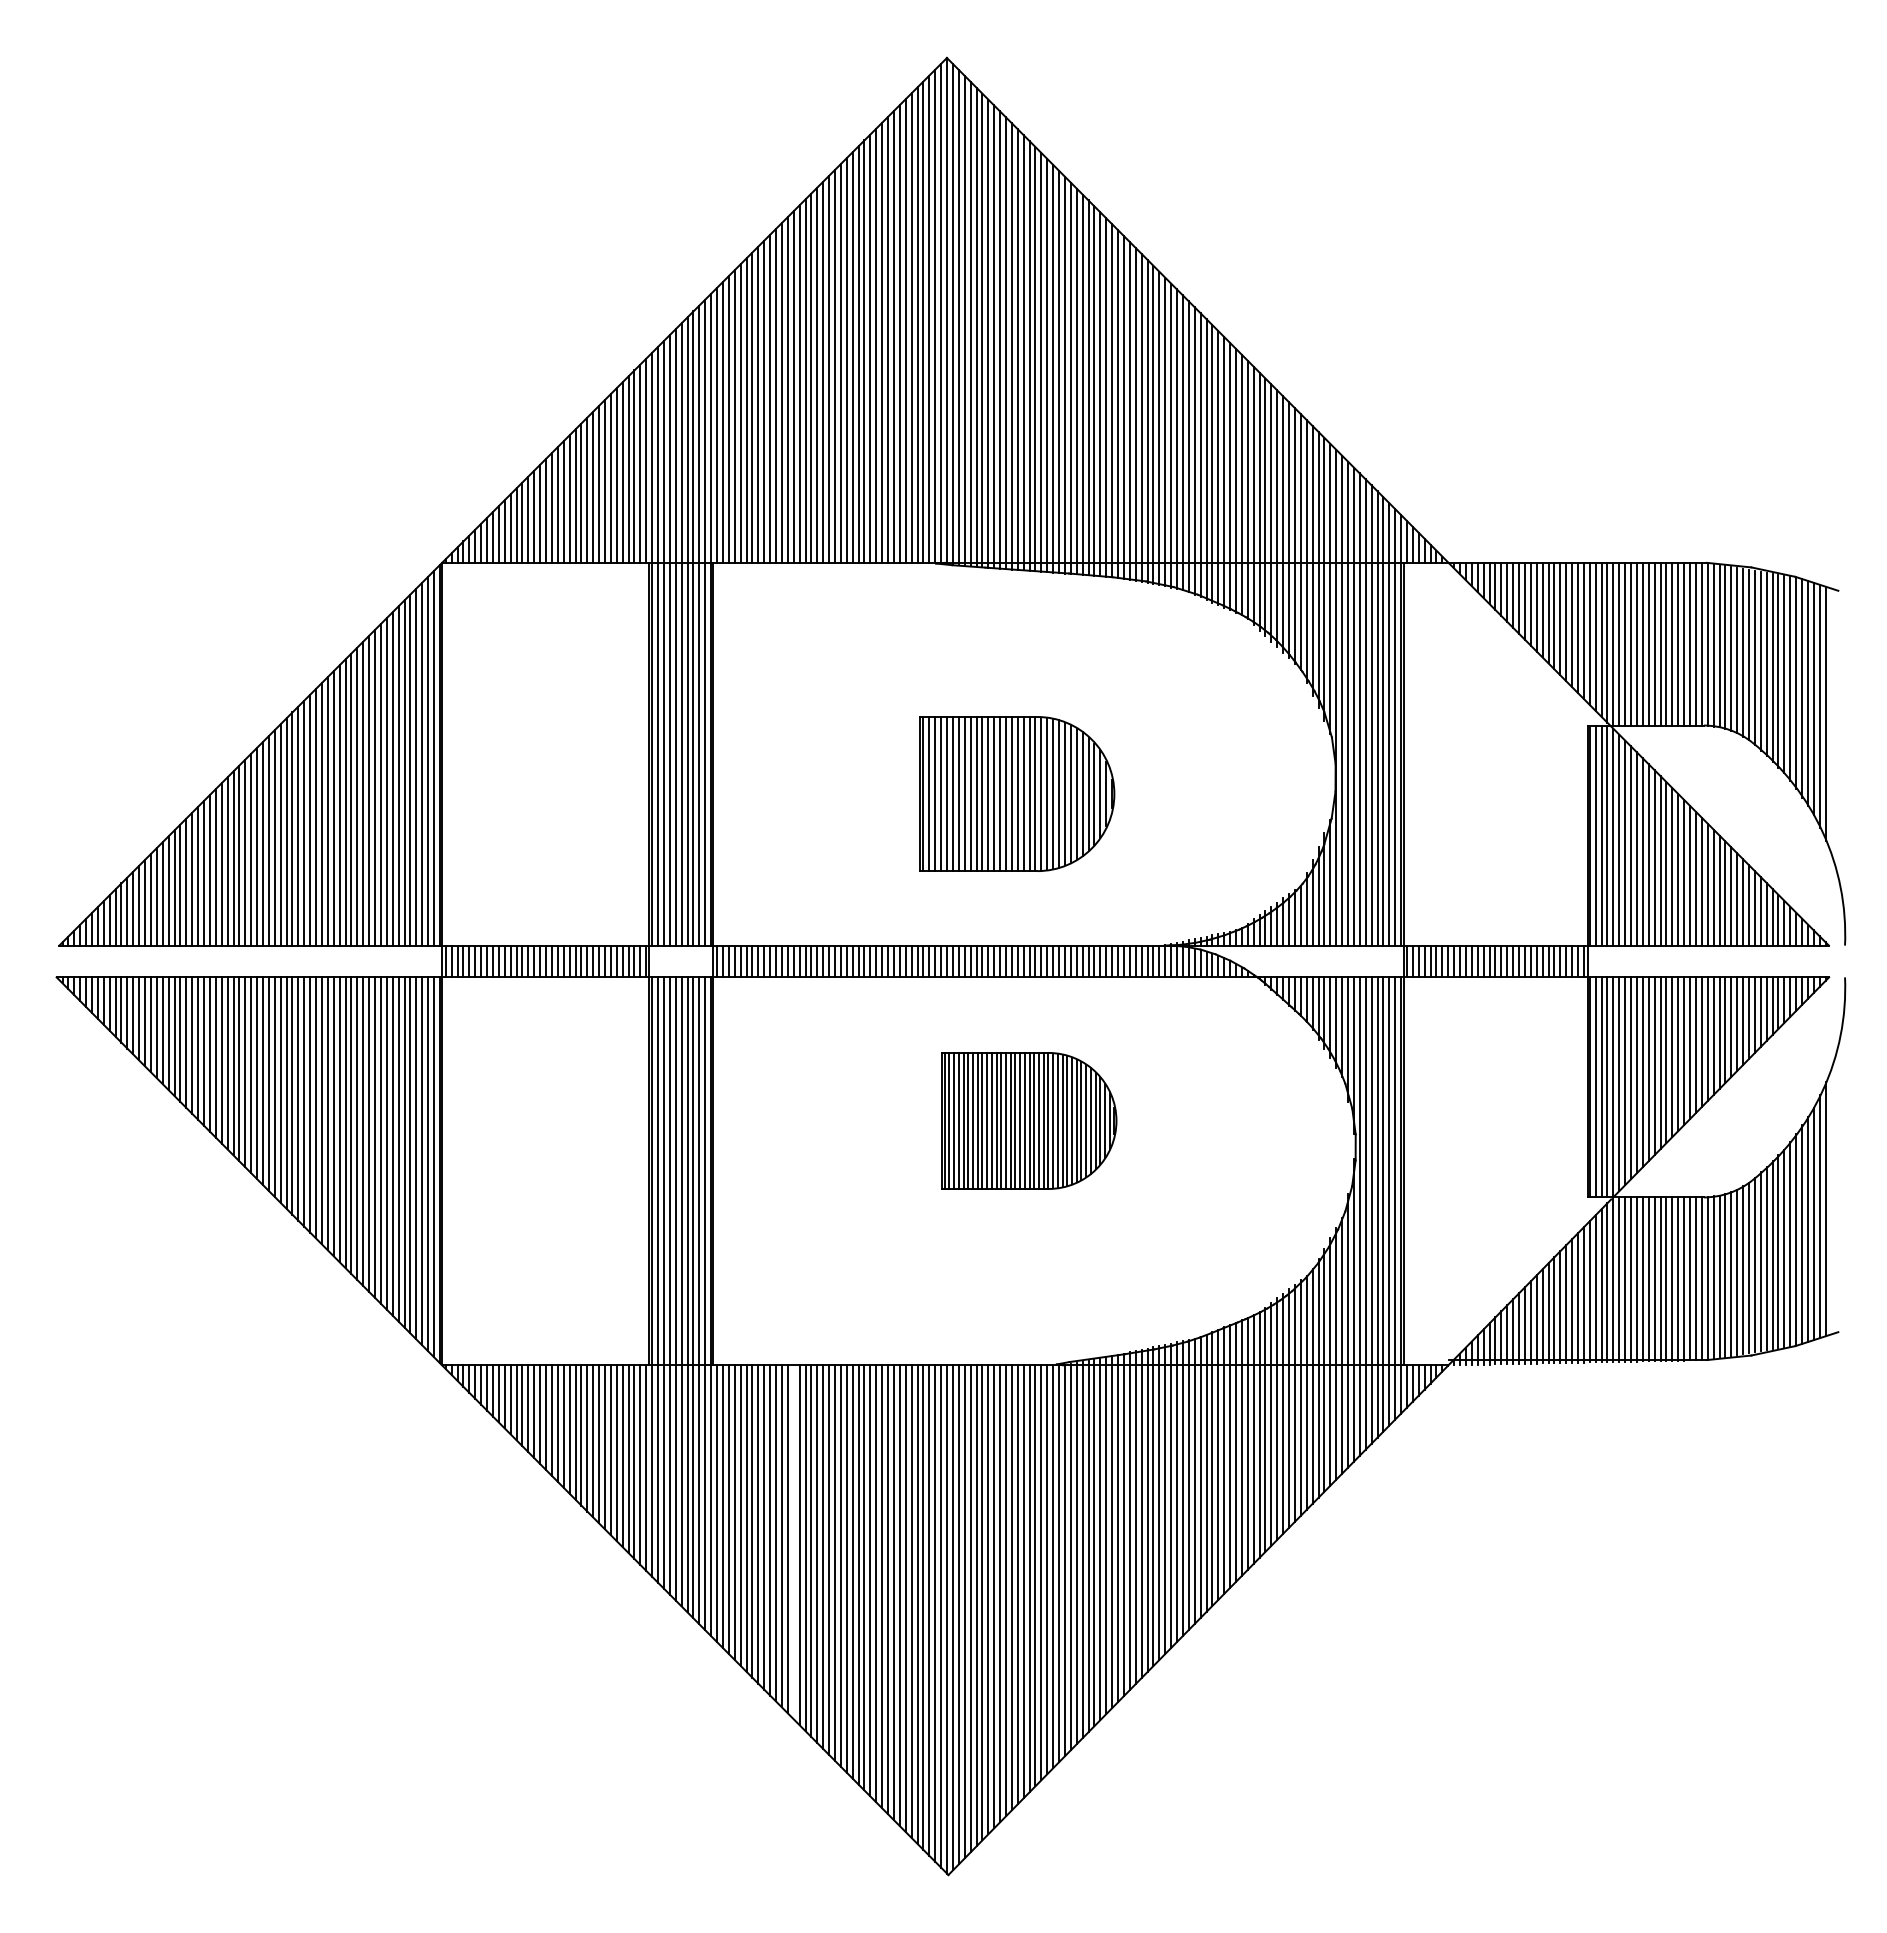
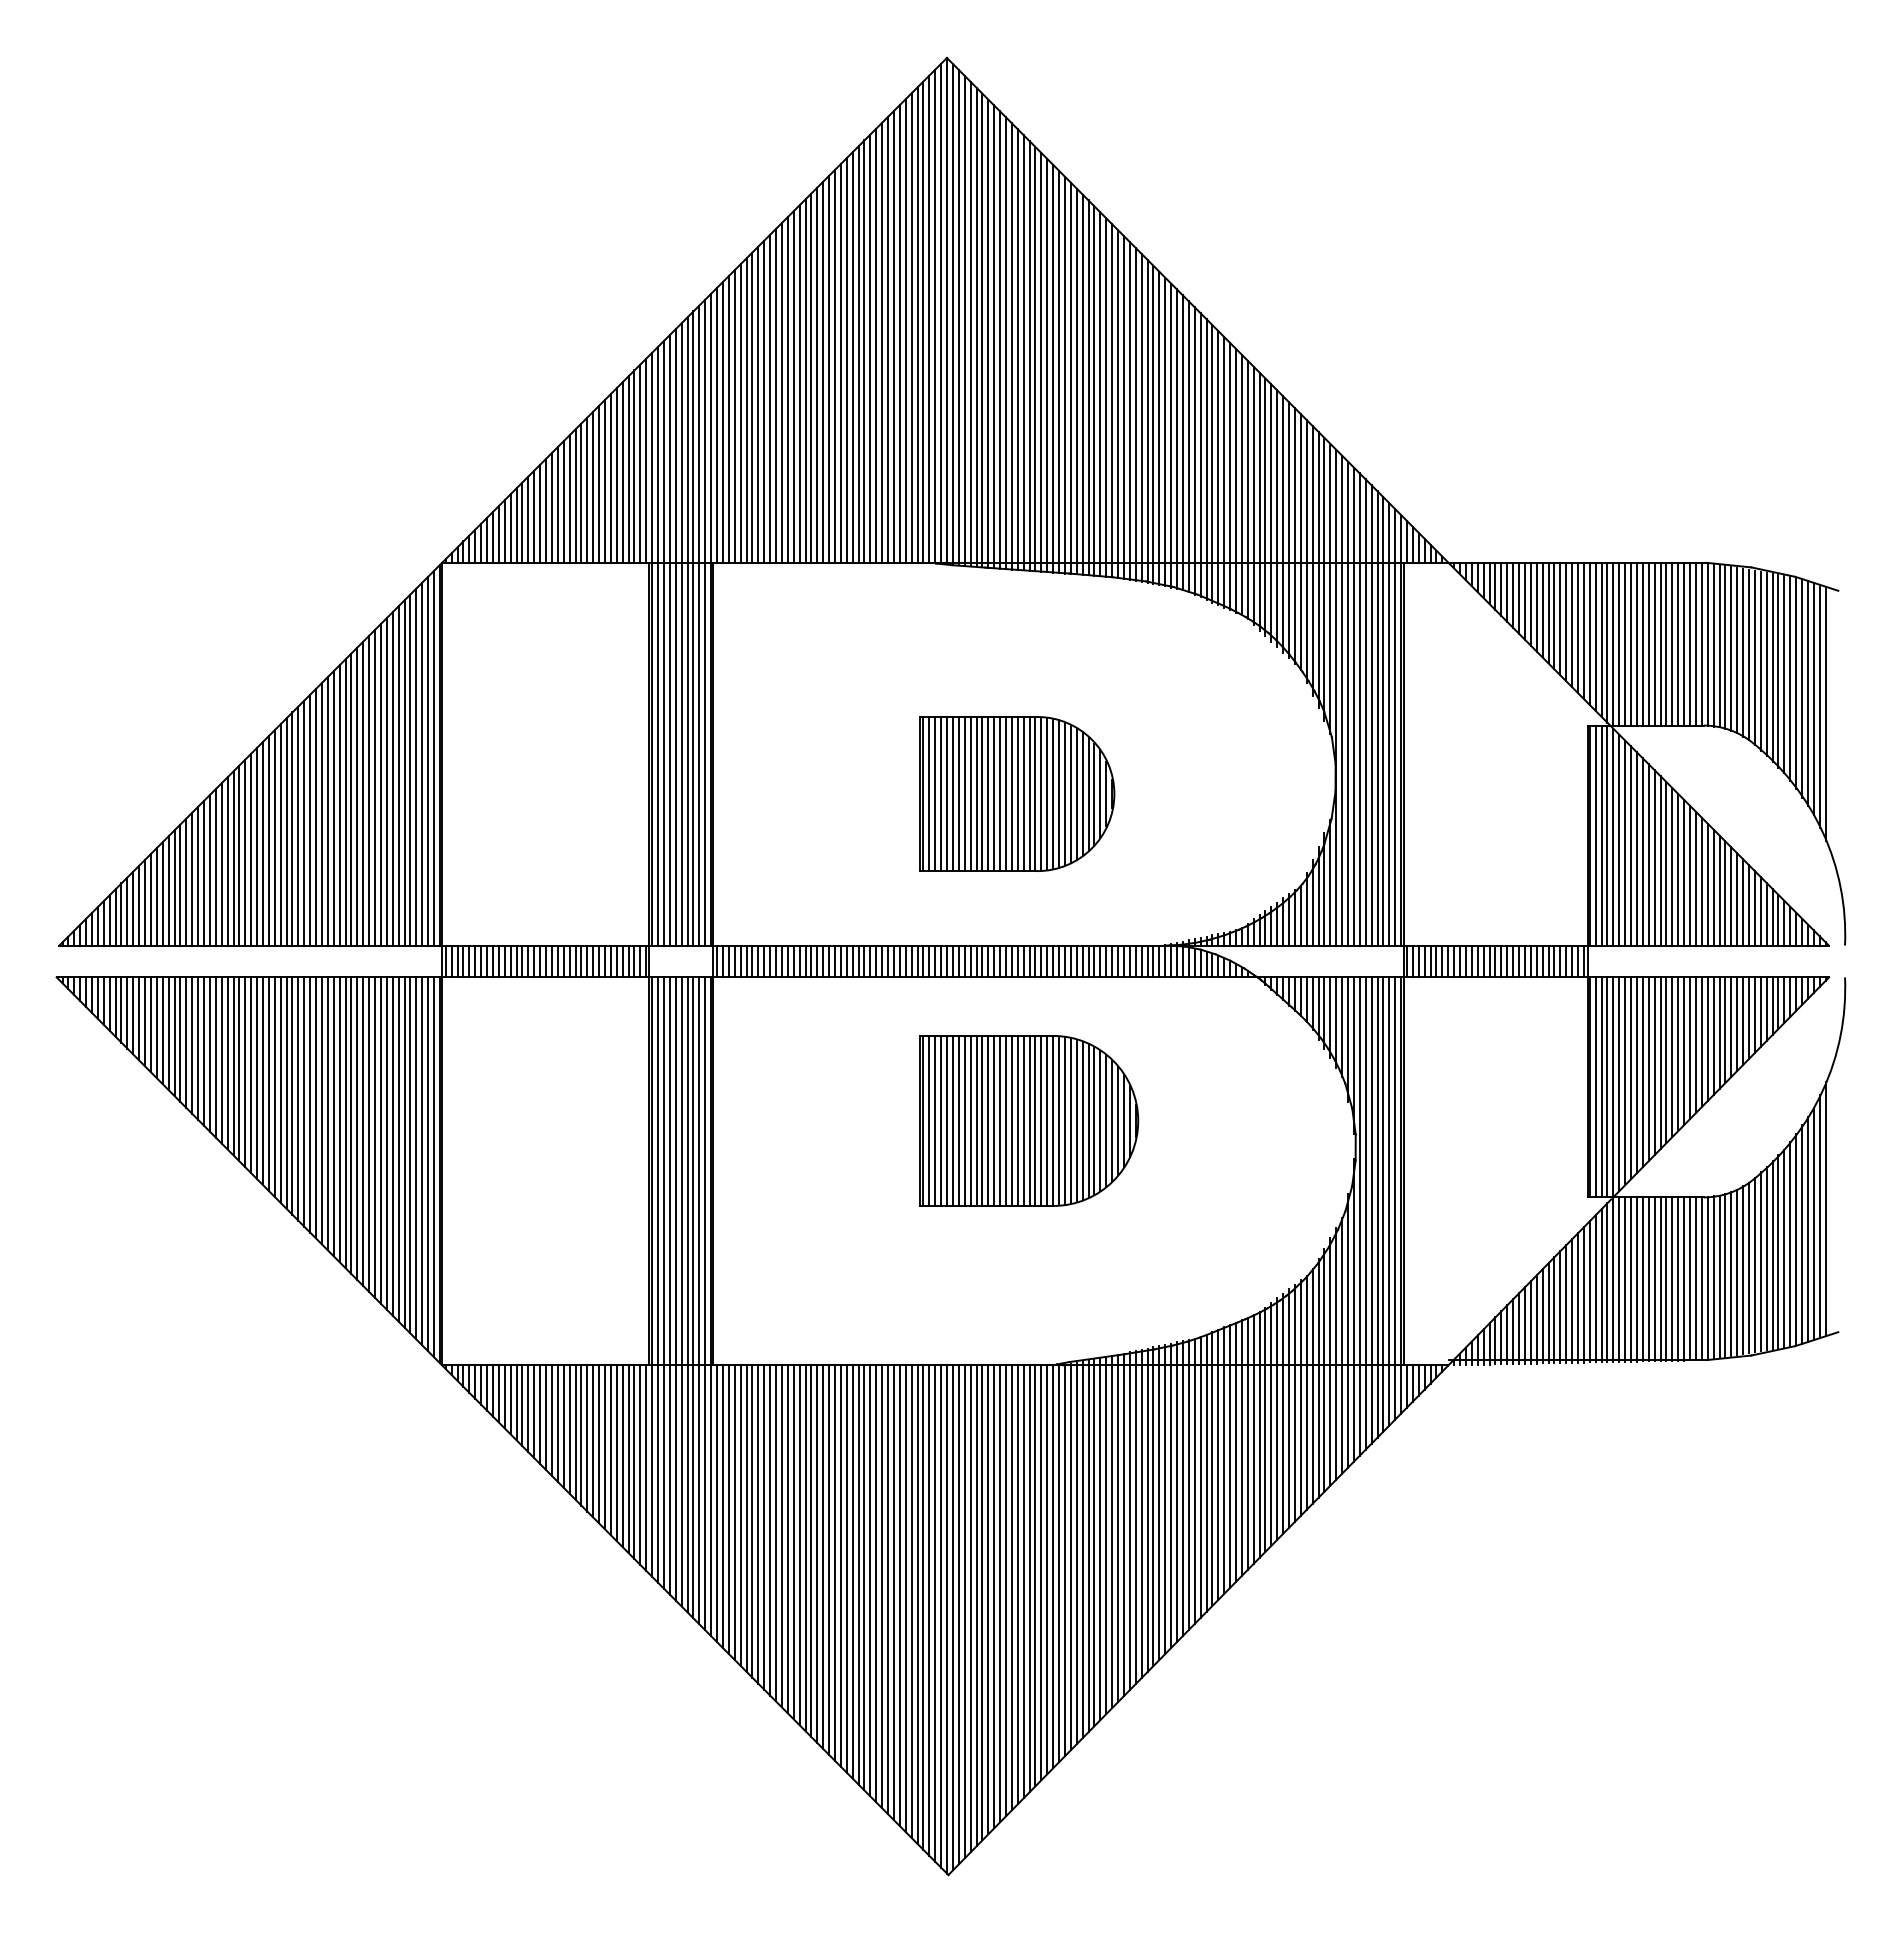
part at (1029, 1120) size: 177x138 px -> 221x172 px
line at (793, 1542): none -> present
